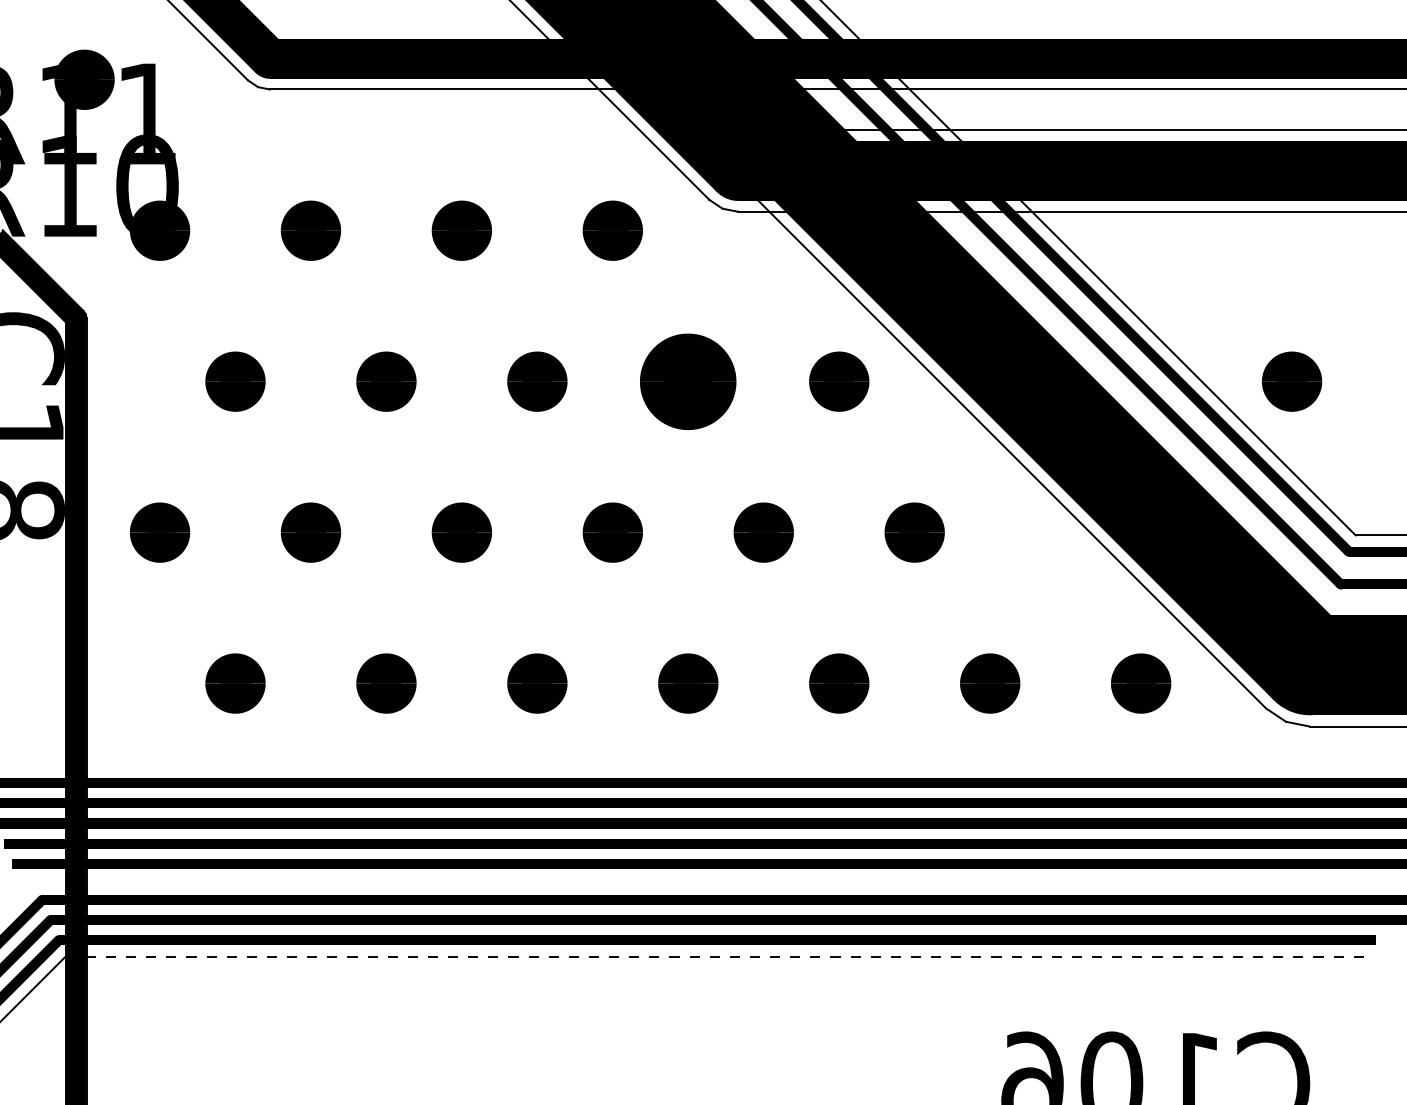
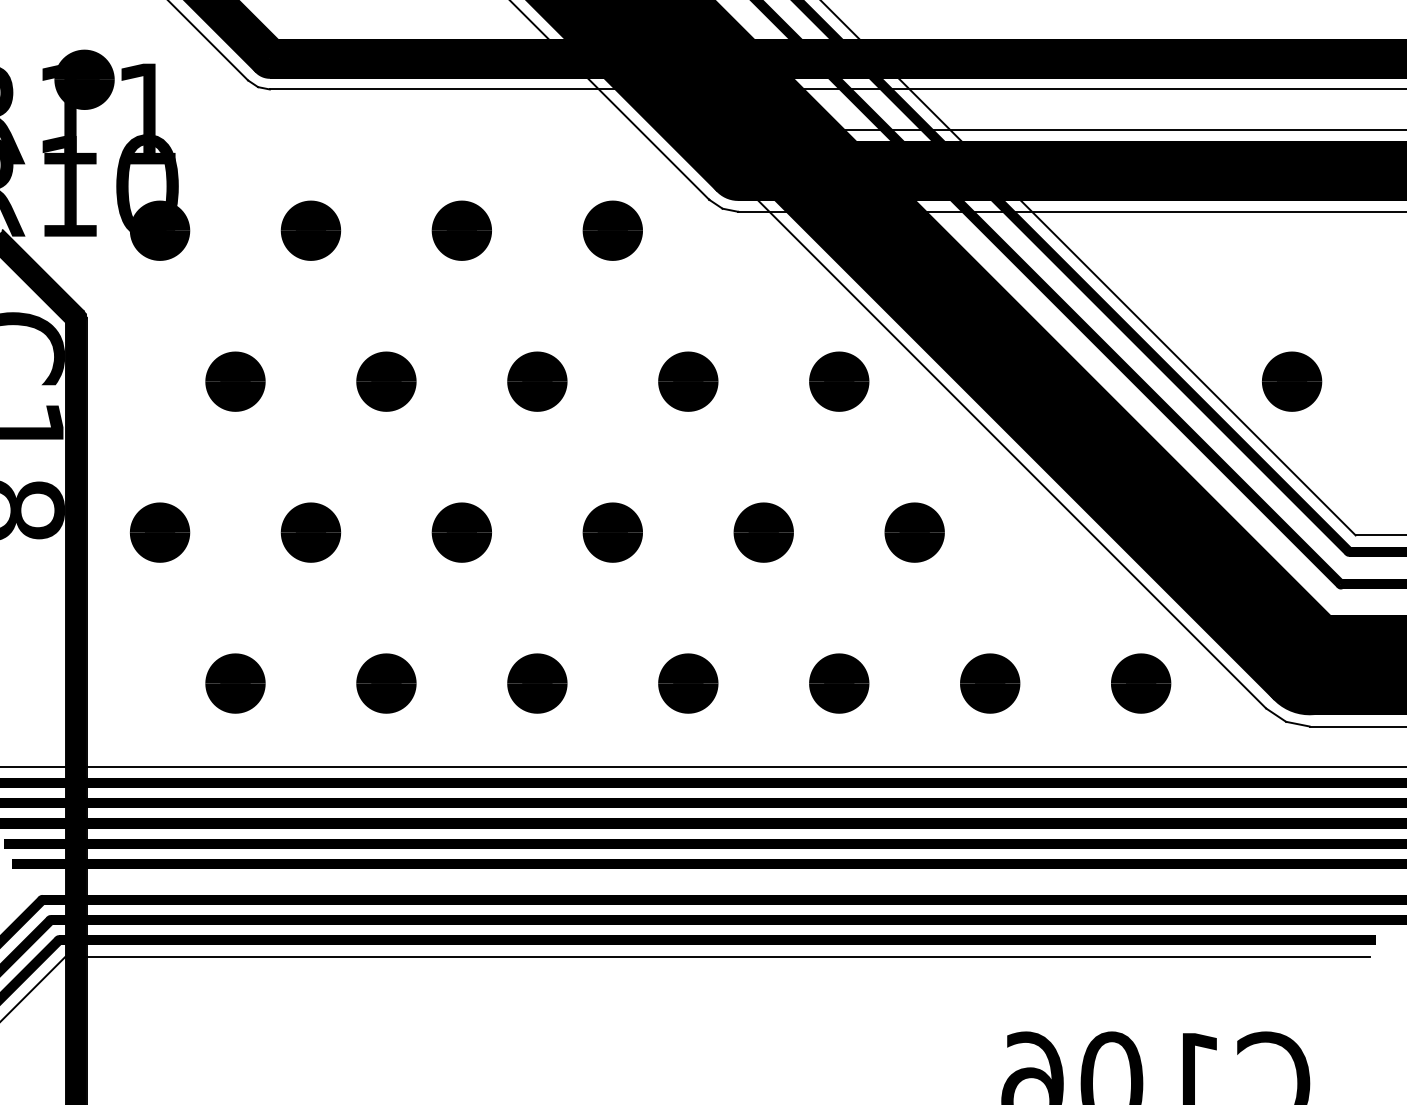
part at (688, 381) size: 97x97 px -> 61x61 px
line at (702, 766): none -> present
line at (717, 956): dashed -> solid
